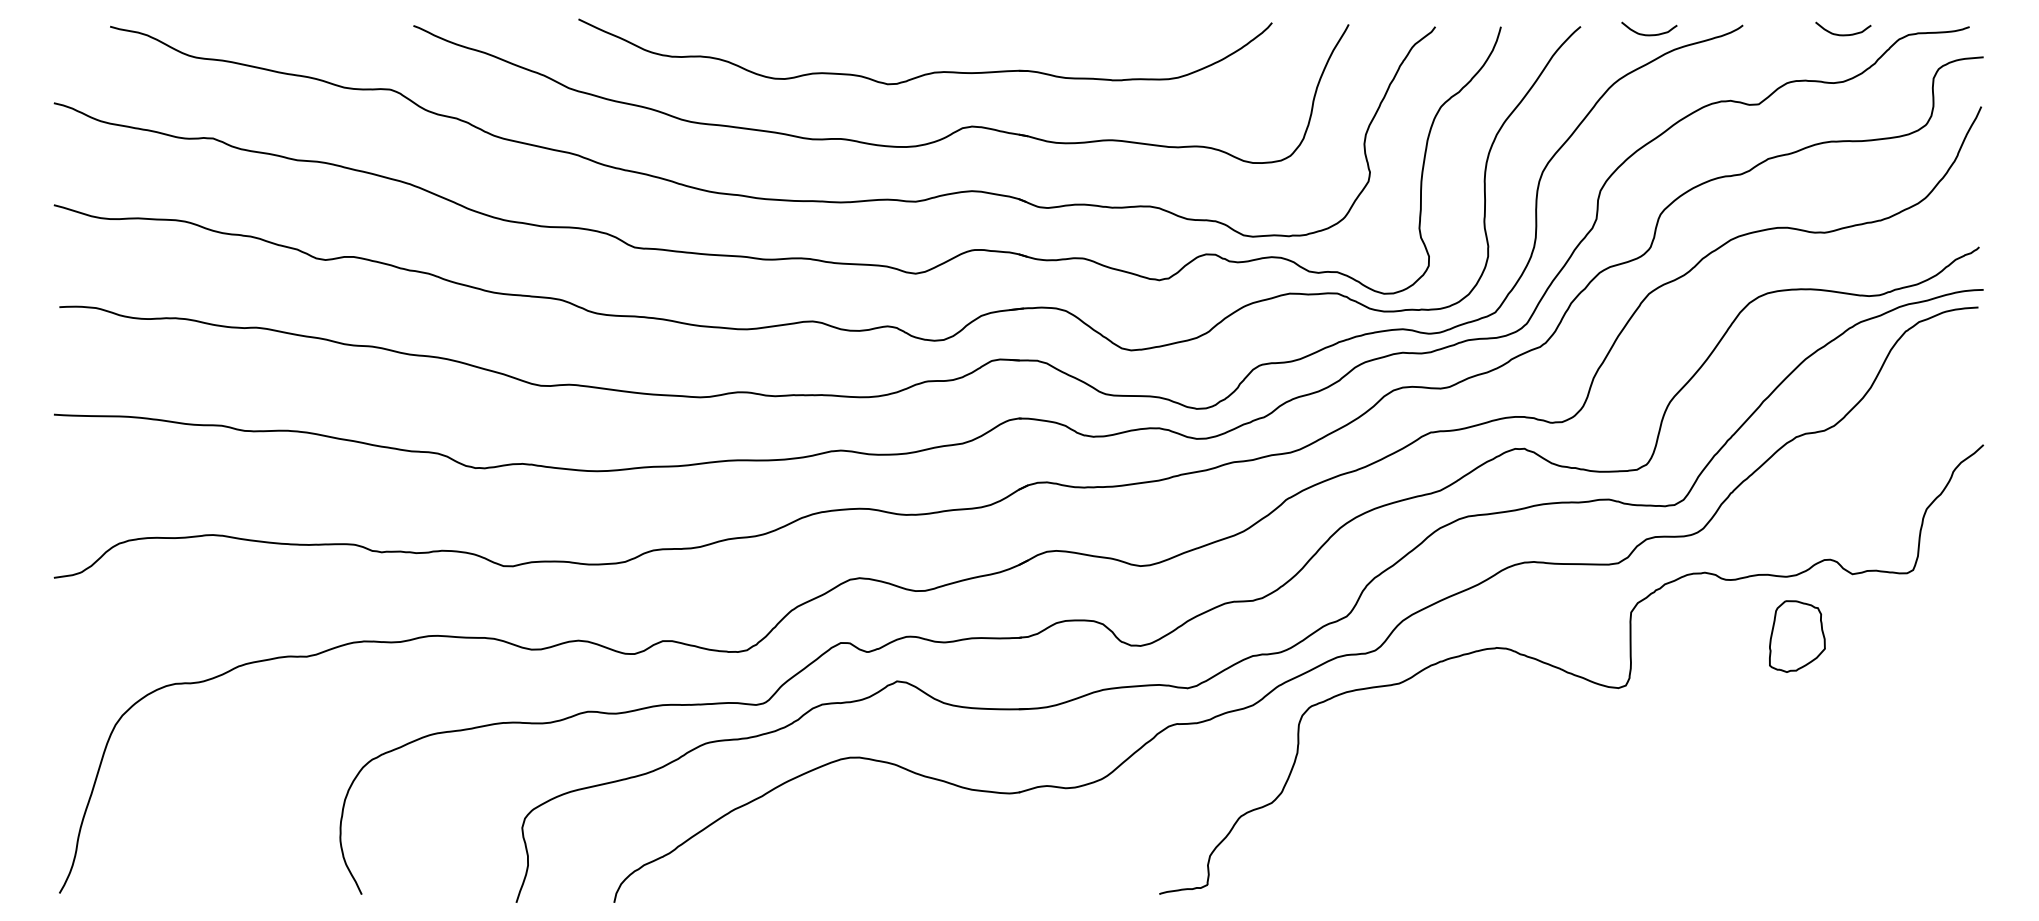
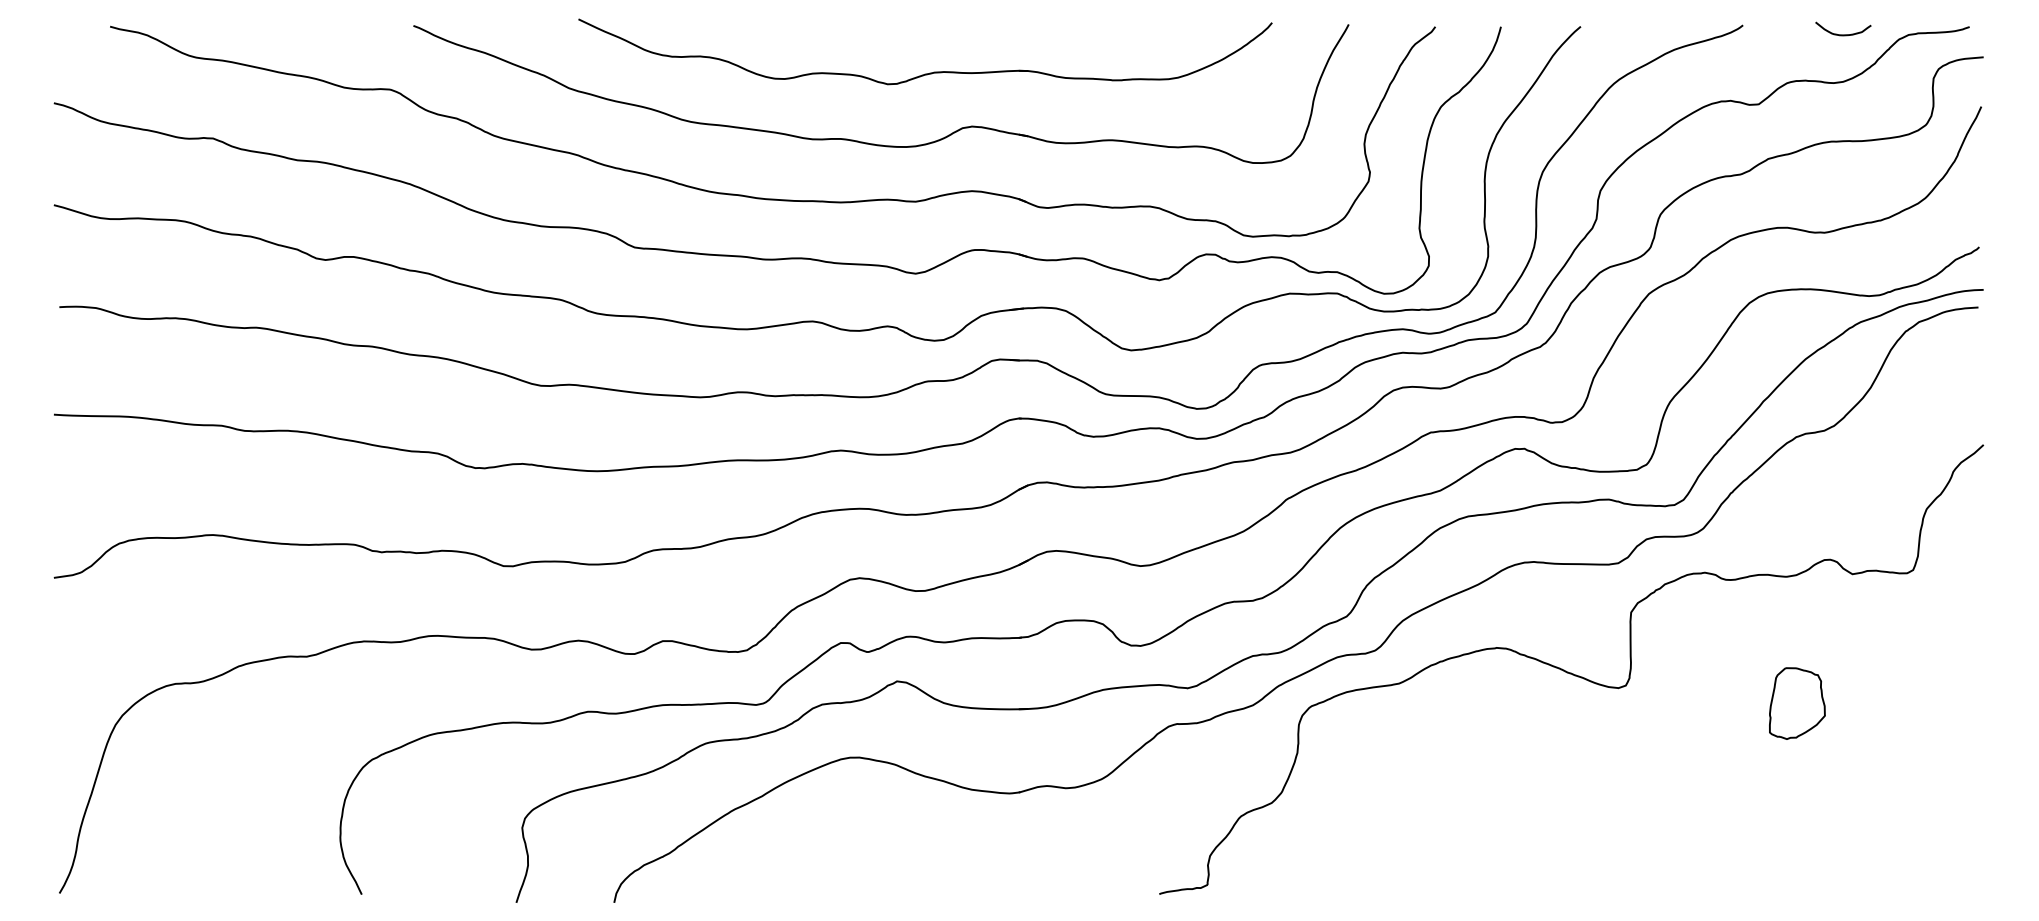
curve at (1649, 34): present -> none
part at (1797, 636) position: (1797, 636) -> (1797, 703)
